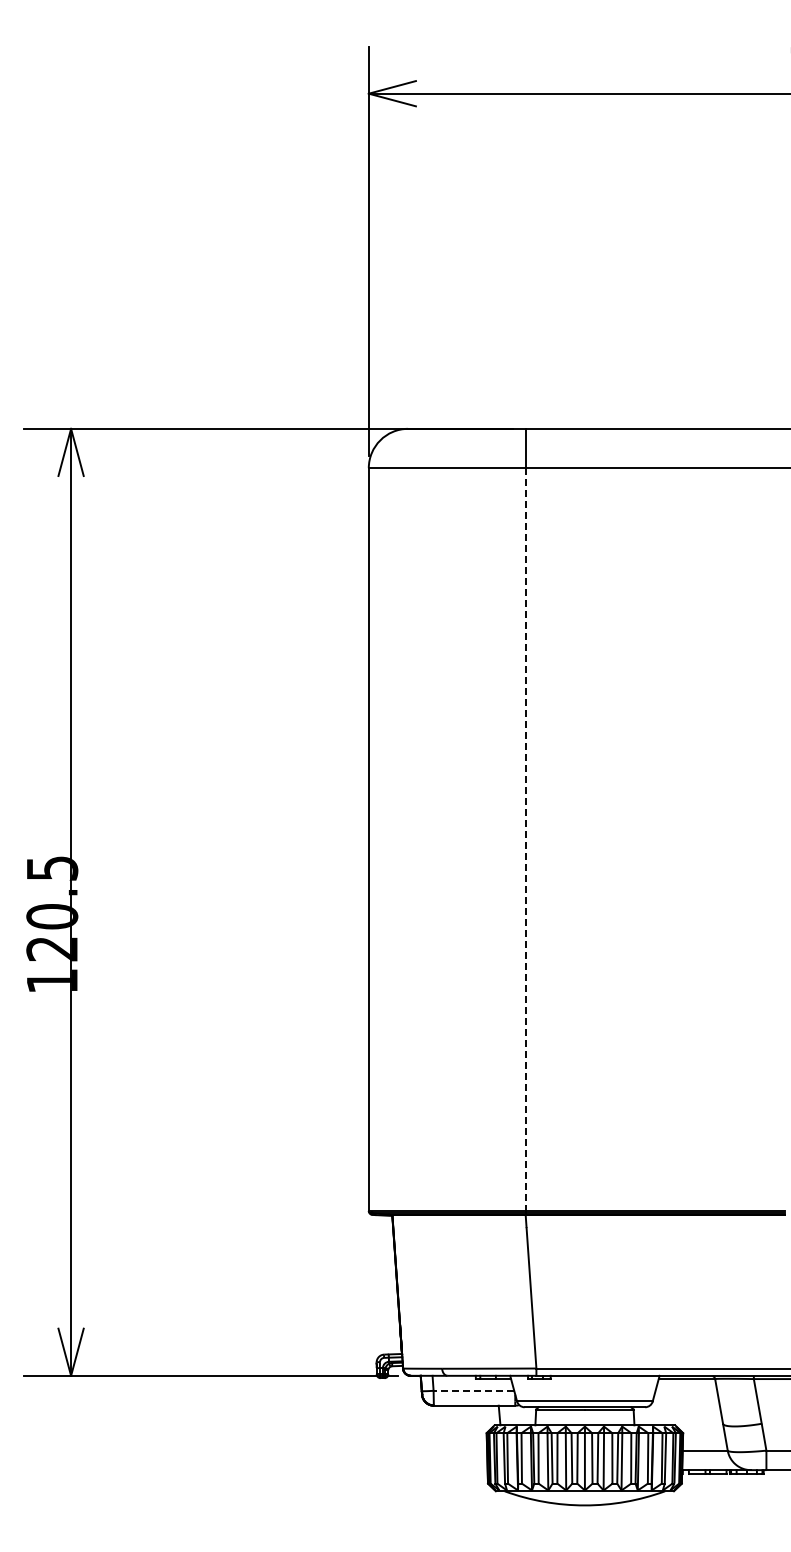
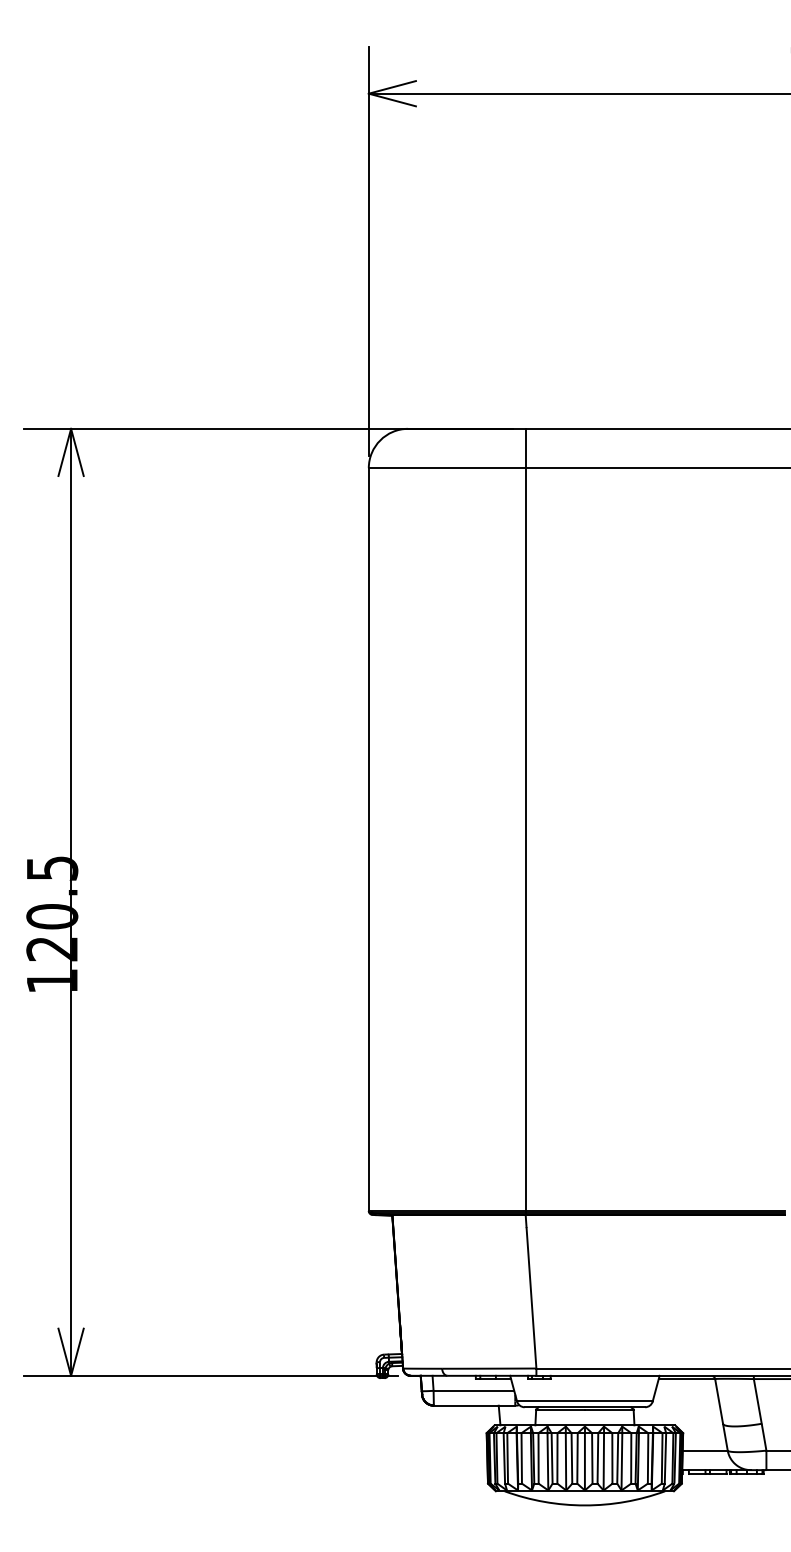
line at (525, 840): dashed -> solid
line at (473, 1390): dashed -> solid
